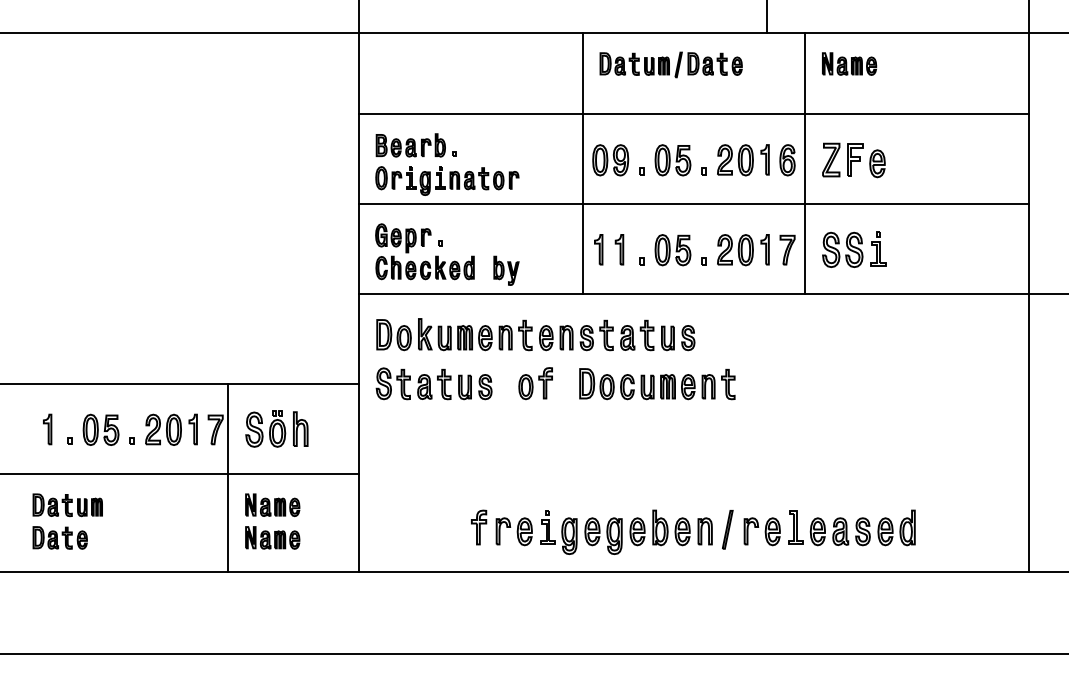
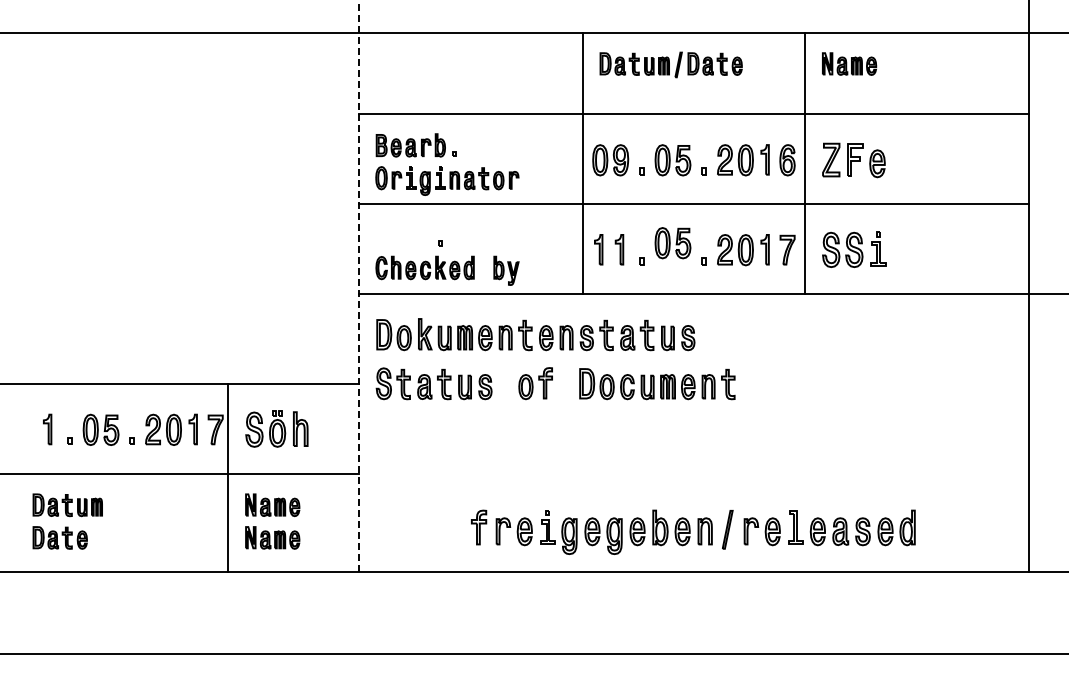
line at (767, 17): present -> none
part at (403, 238): present -> none
part at (672, 250) position: (672, 250) -> (672, 243)
line at (358, 285): solid -> dashed
